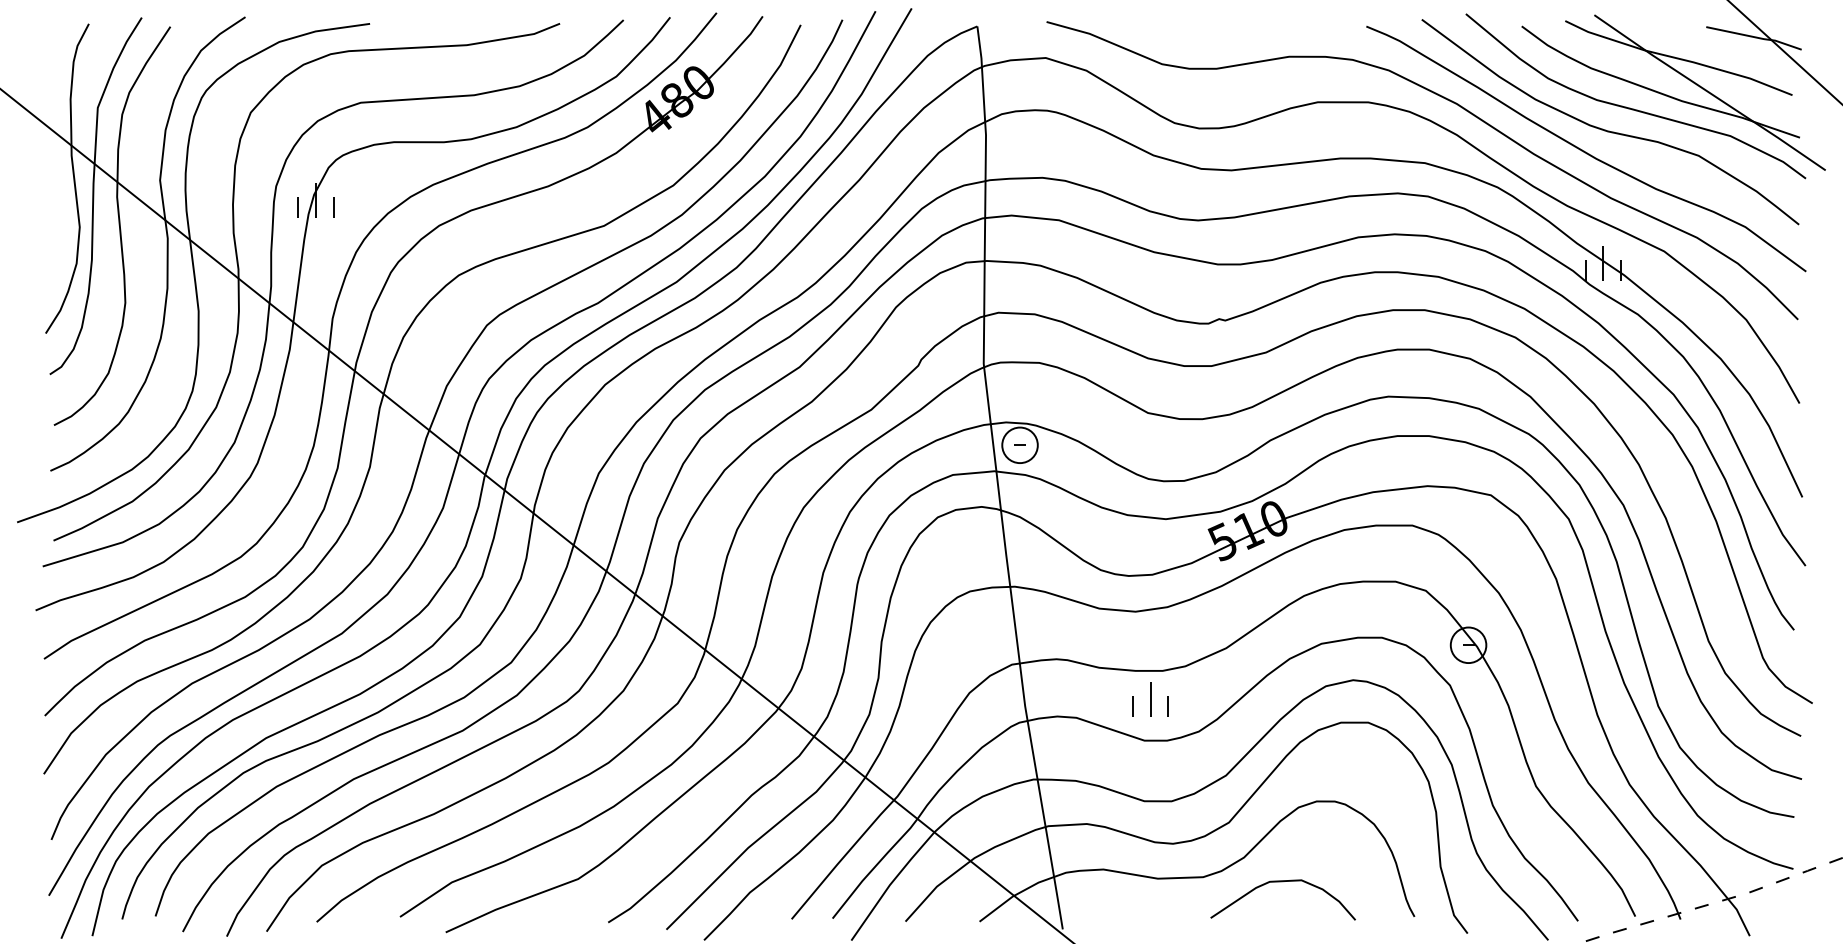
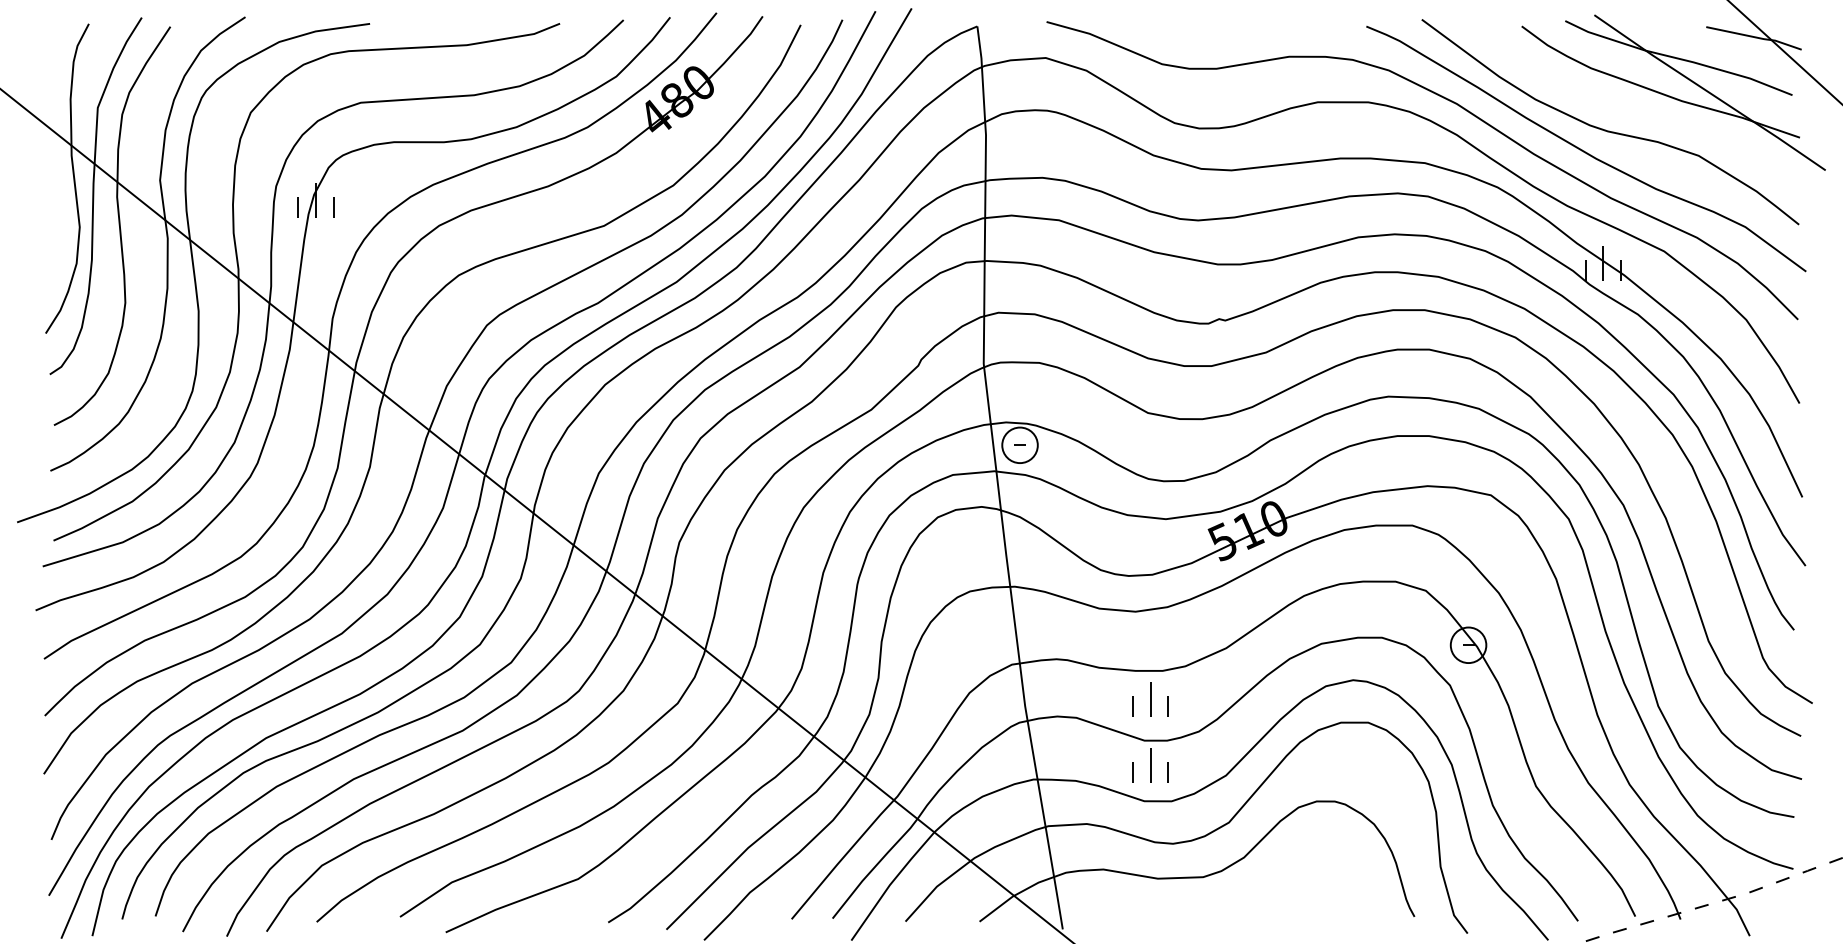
curve at (1630, 107): present -> none
part at (1150, 765): none -> present
curve at (1282, 882): present -> none
